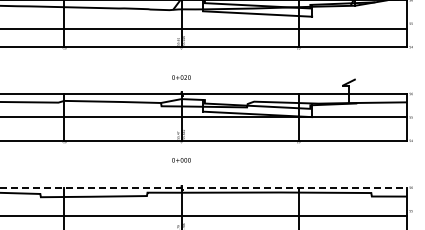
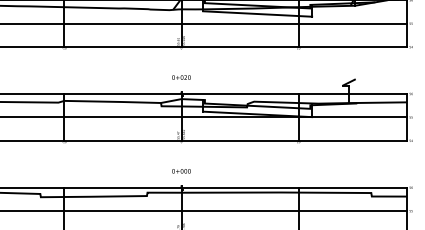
line at (204, 28) position: (204, 28) -> (204, 23)
text at (181, 160) position: (181, 160) -> (181, 171)
line at (204, 187): dashed -> solid
line at (204, 216) position: (204, 216) -> (204, 211)
